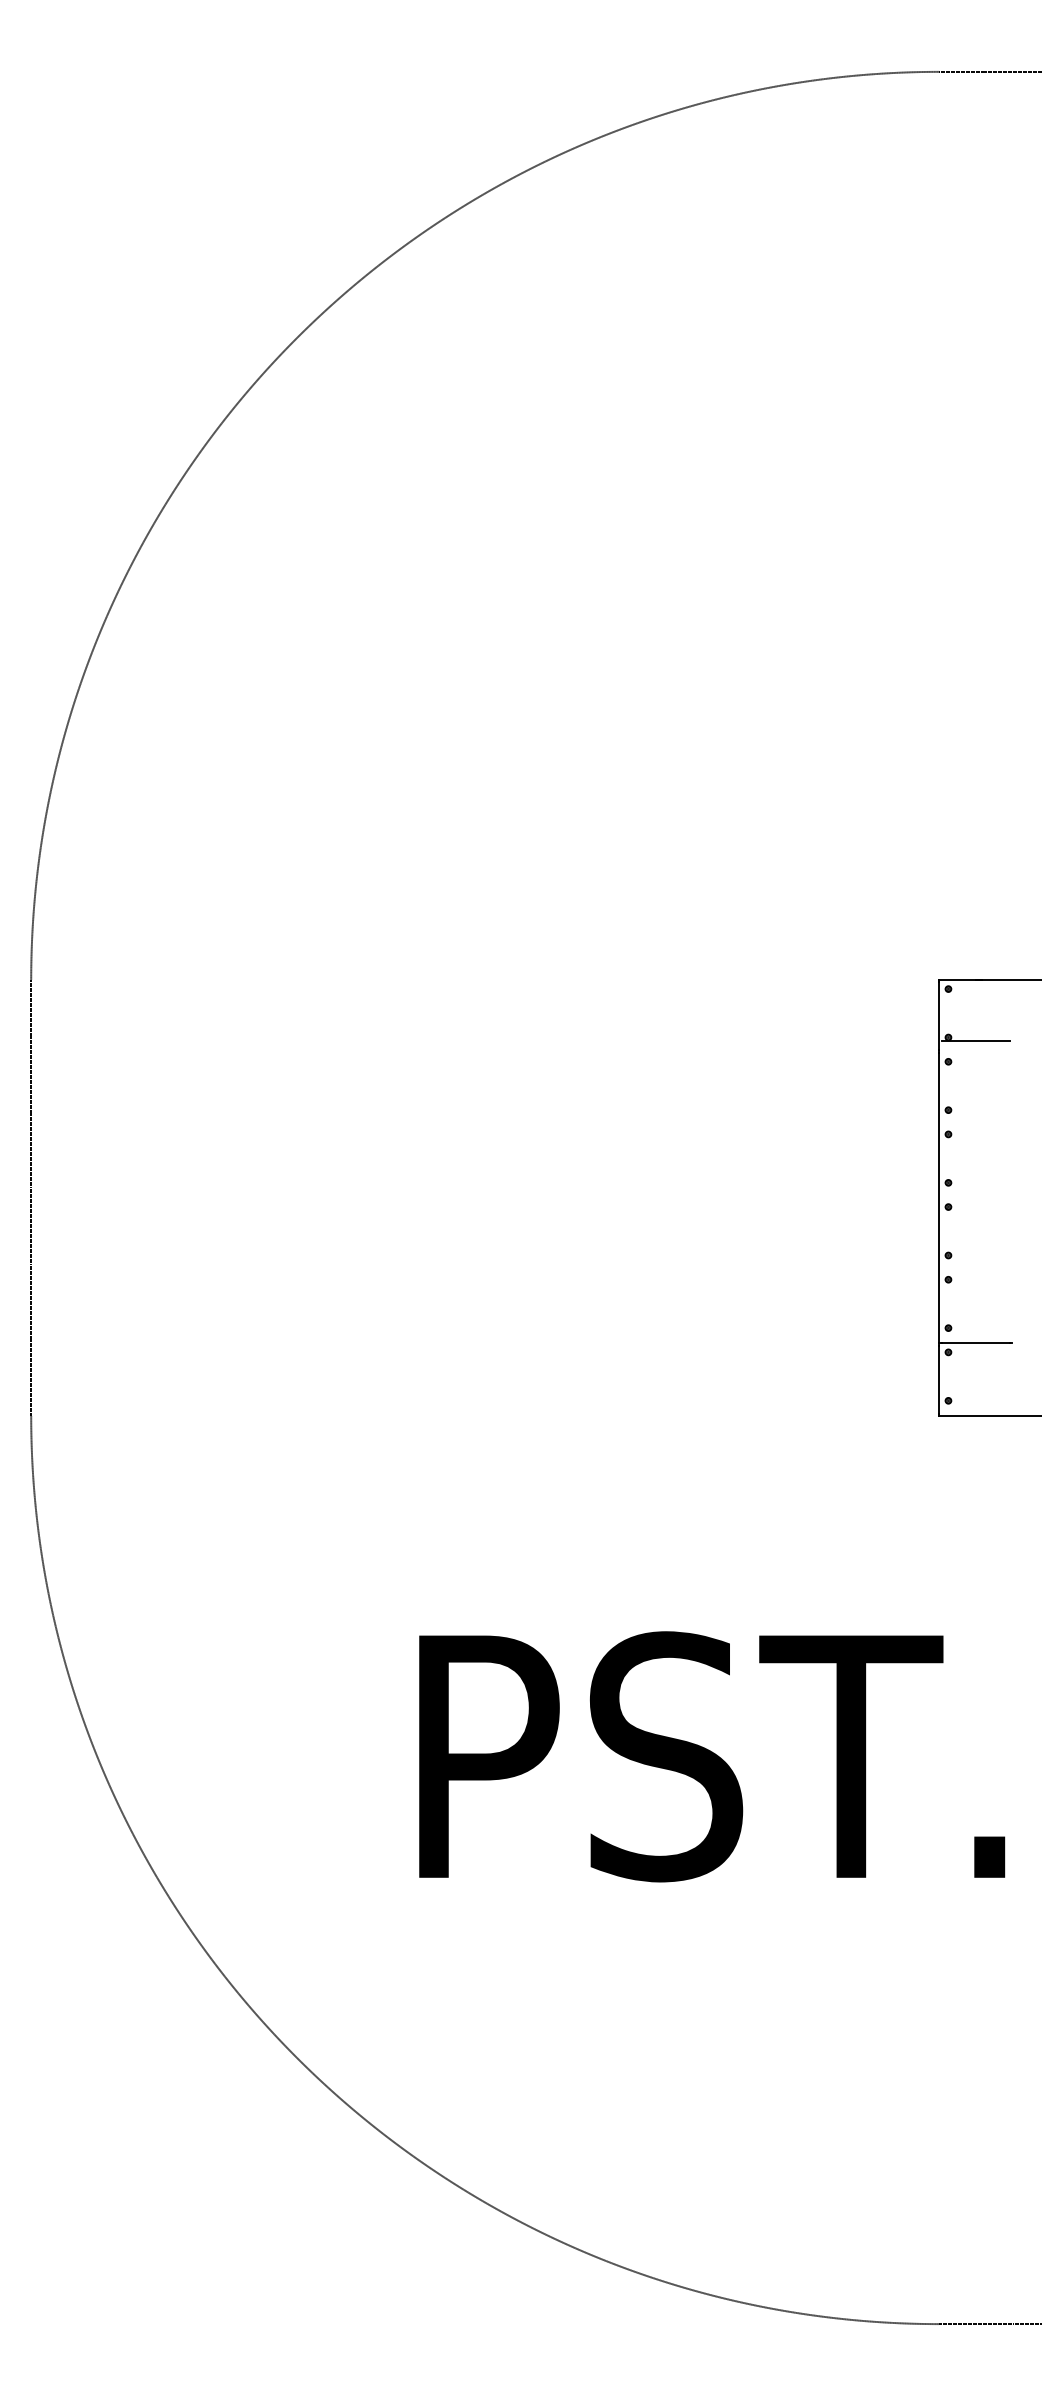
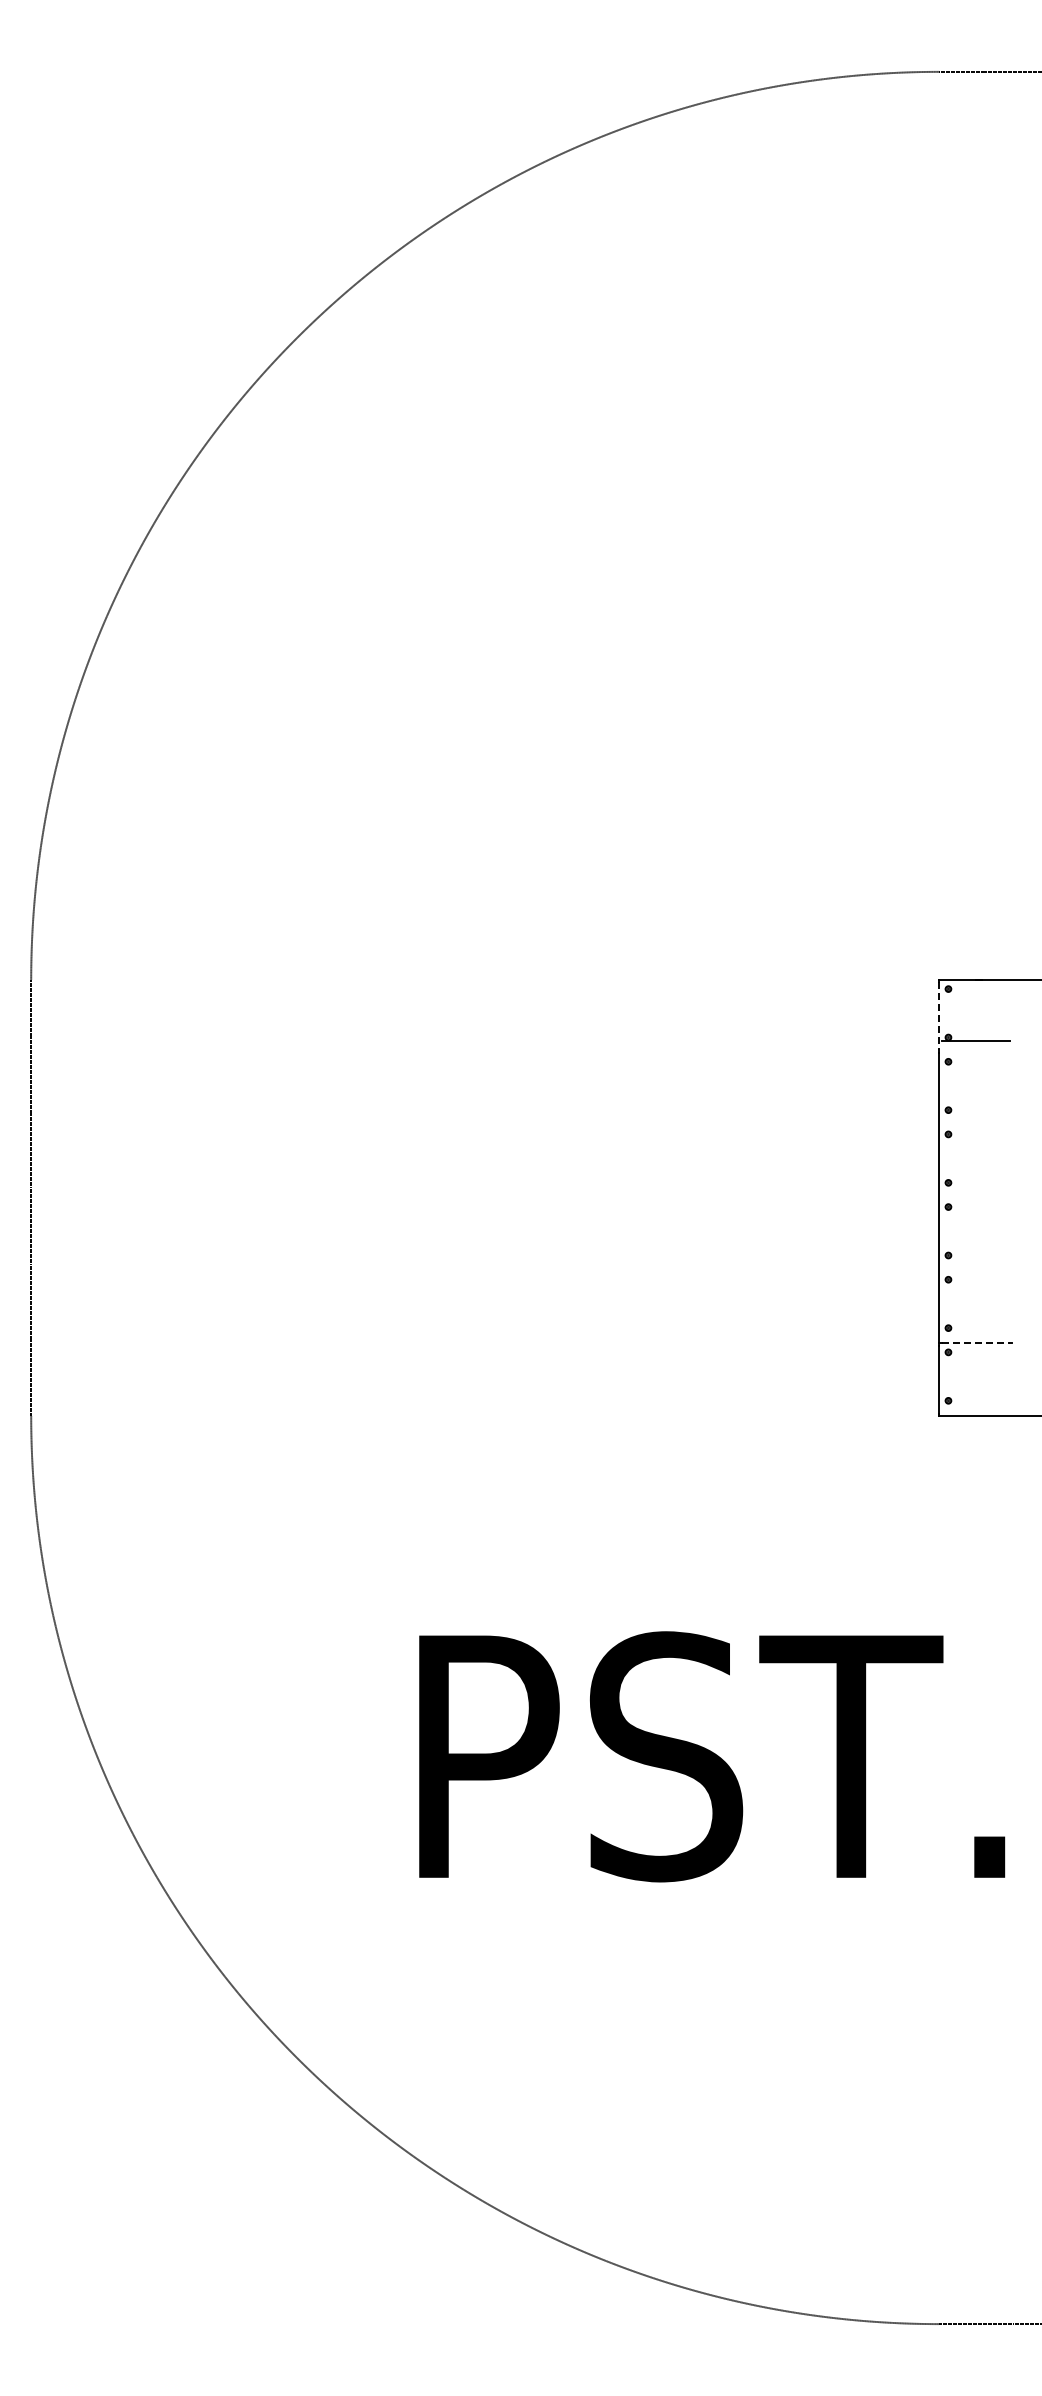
line at (939, 1016): solid -> dashed
line at (975, 1343): solid -> dashed
